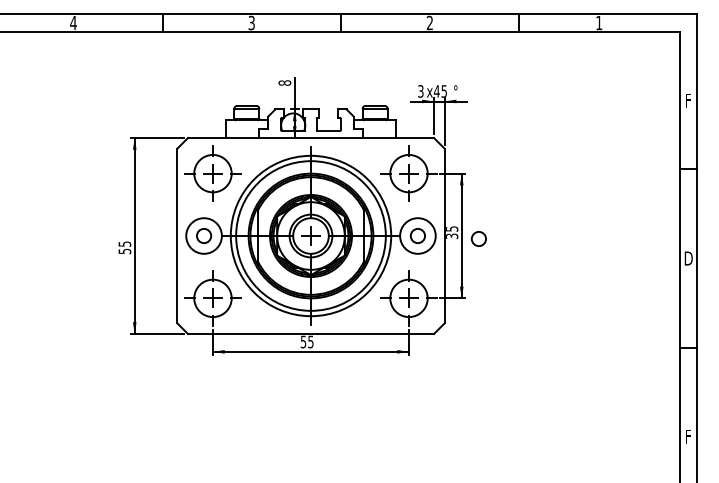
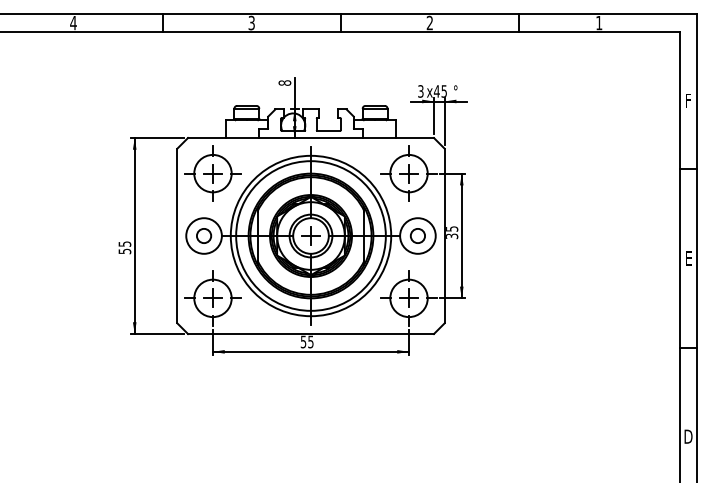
circle at (478, 238): present -> none
text at (688, 258): D -> E
text at (688, 436): F -> D
